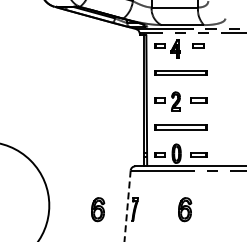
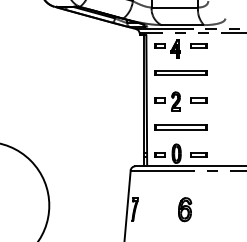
part at (198, 45) size: 13x6 px -> 18x6 px
line at (127, 206): dashed -> solid
part at (98, 209): present -> none
